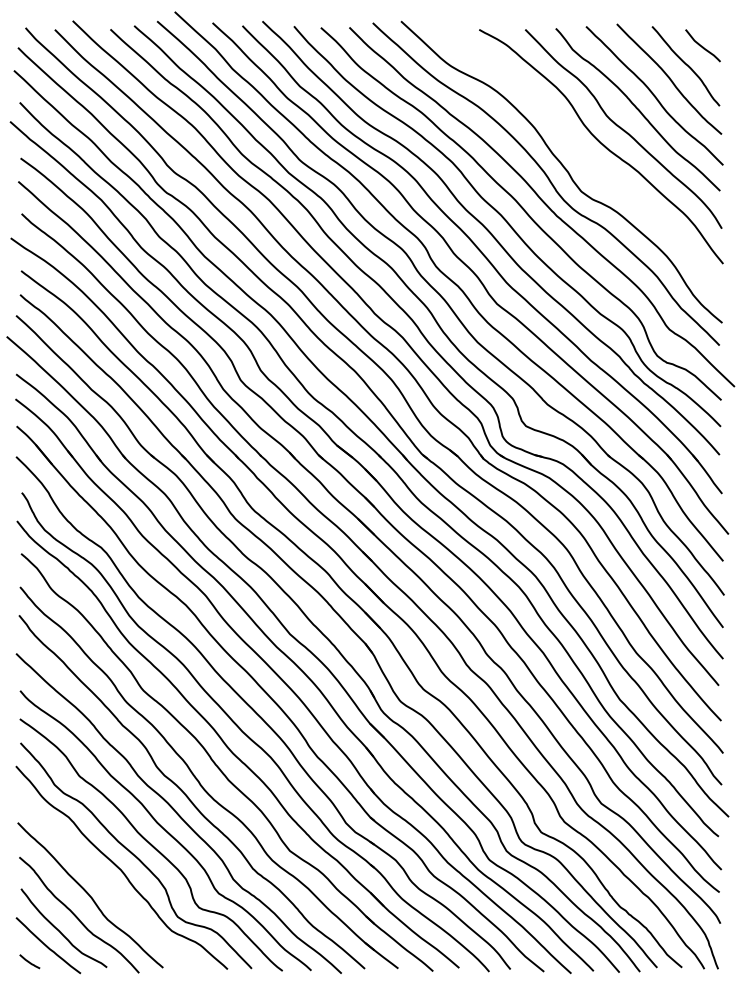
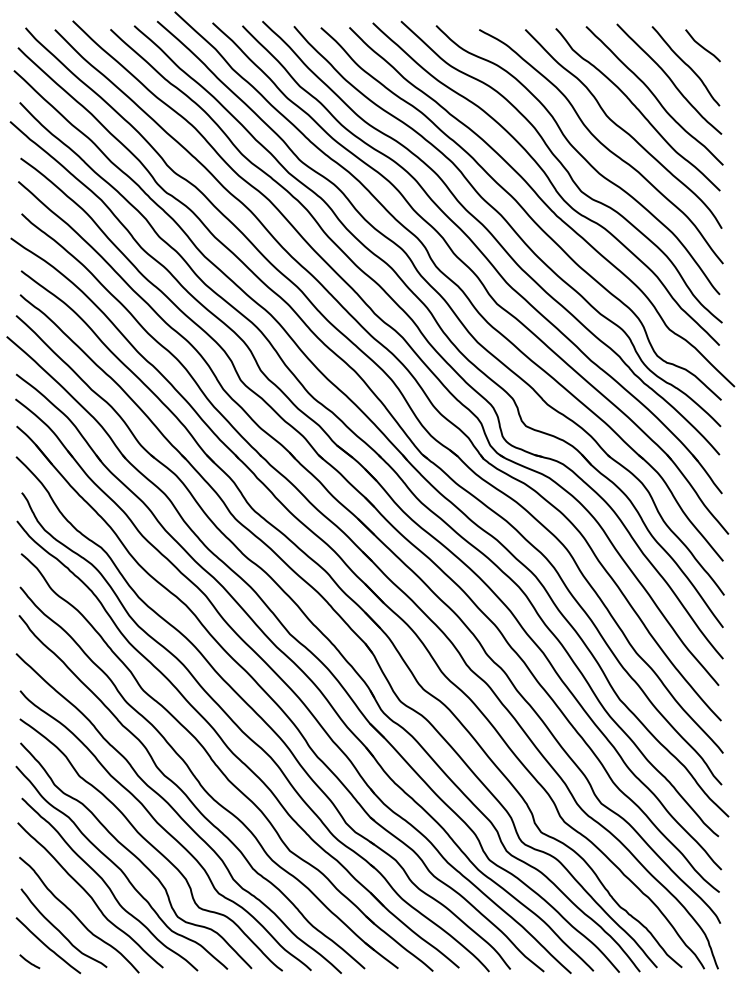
curve at (580, 156): none -> present
curve at (108, 885): none -> present
